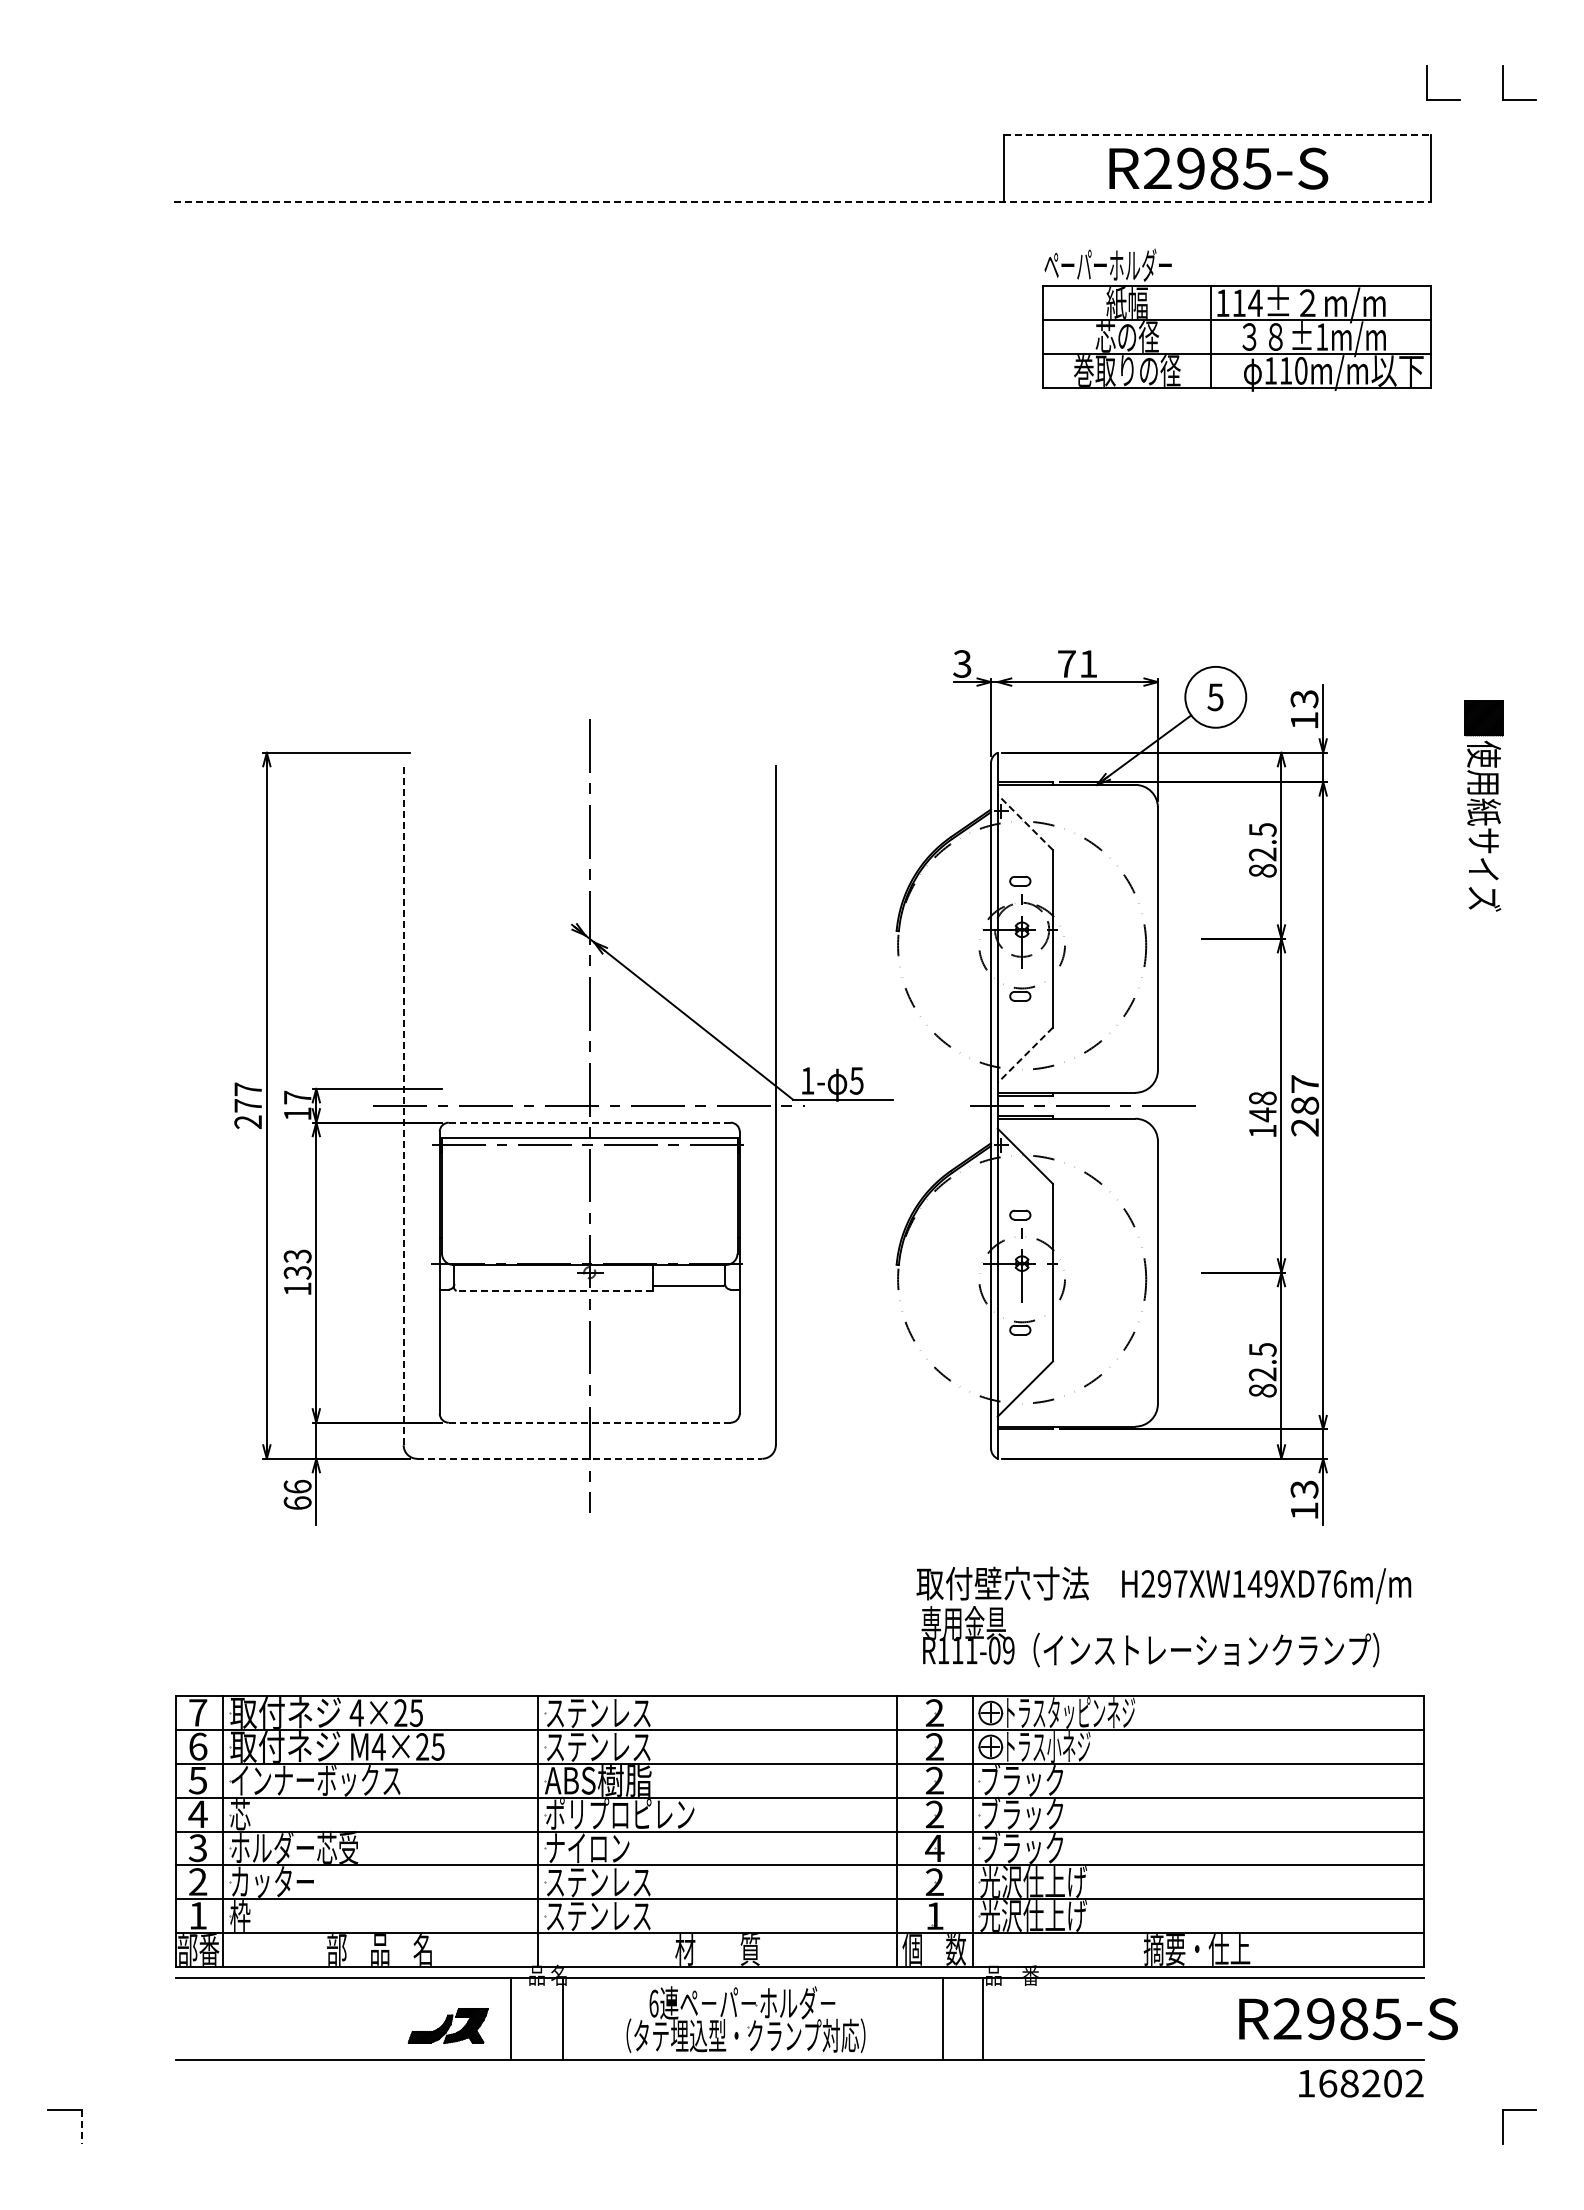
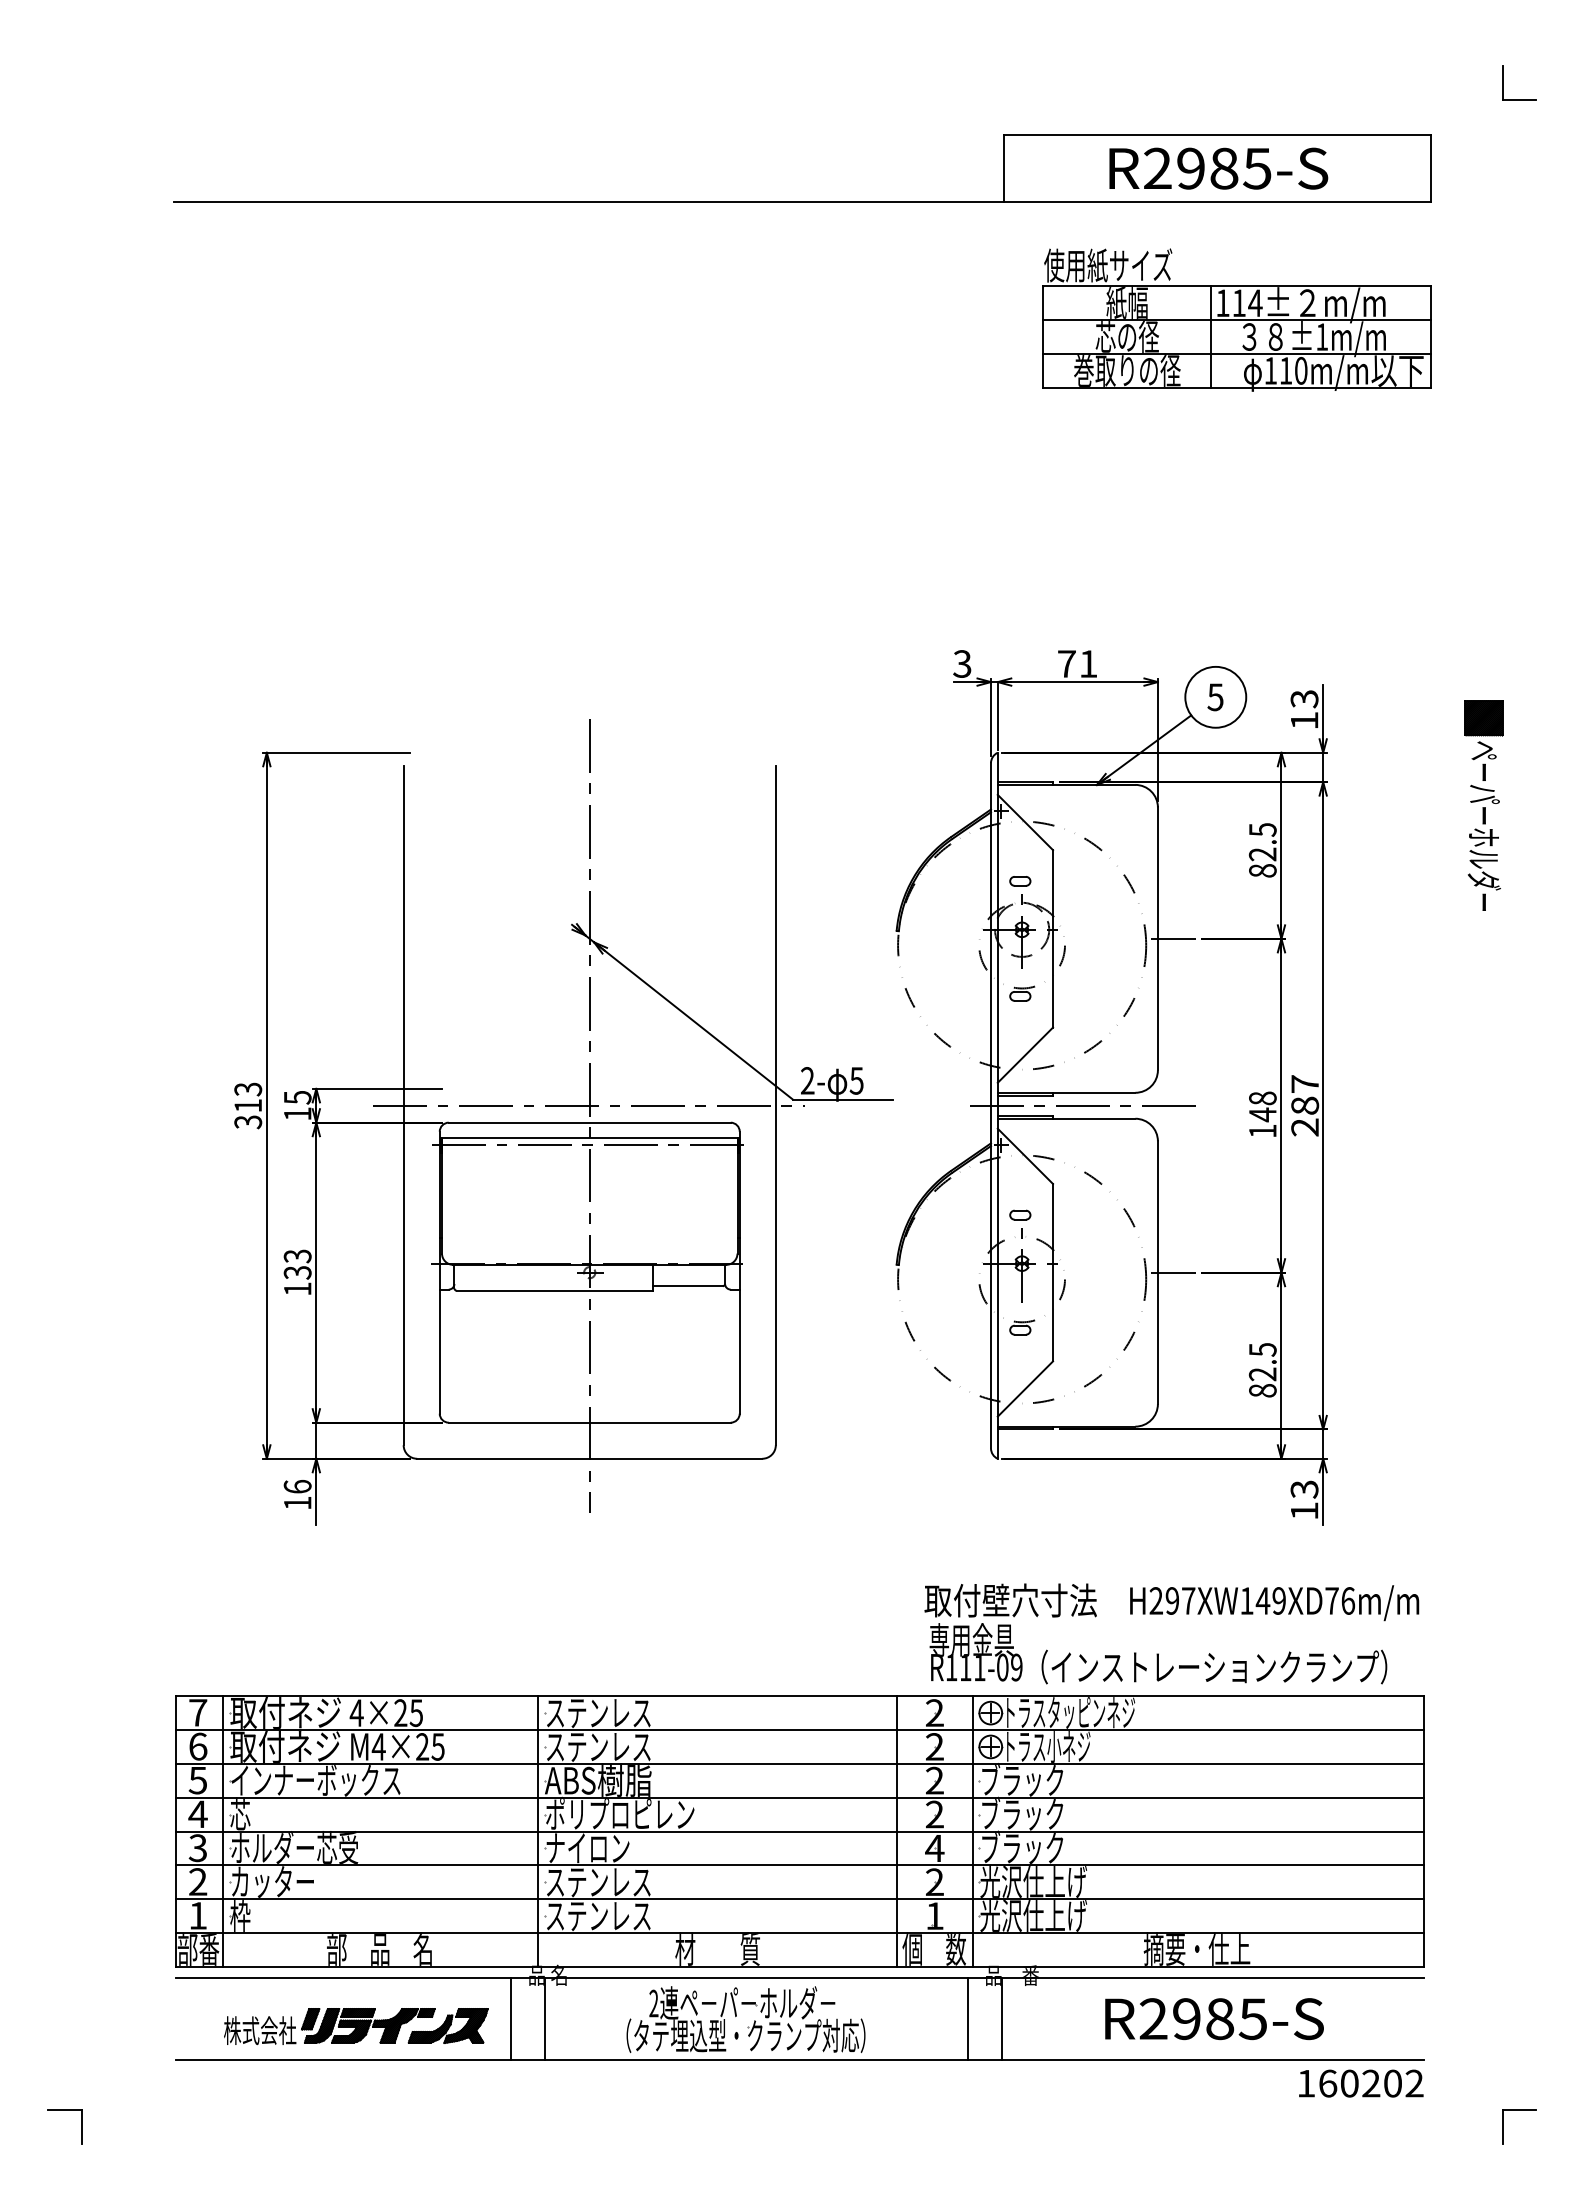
part at (1427, 82): present -> none
line at (1217, 135): dashed -> solid
line at (802, 202): dashed -> solid
text at (1108, 265): ペーパーホルダー -> 使用紙サイズ
line at (997, 717): none -> present
line at (1025, 822): dashed -> solid
text at (1484, 825): 使用紙サイズ -> ペーパーホルダー
line at (1172, 938): none -> present
line at (1025, 1055): dashed -> solid
text at (807, 1080): 1- -> 2-
text at (297, 1097): 17 -> 15
text at (248, 1105): 277 -> 313
line at (403, 1105): dashed -> solid
line at (589, 1122): dashed -> solid
line at (1172, 1272): none -> present
line at (554, 1290): dashed -> solid
line at (589, 1422): dashed -> solid
line at (589, 1458): dashed -> solid
text at (297, 1502): 66 -> 16
text at (1163, 1616) position: (1163, 1616) -> (1171, 1633)
text at (653, 2003): 6 -> 2
line at (562, 2018) position: (562, 2018) -> (544, 2018)
line at (943, 2018) position: (943, 2018) -> (968, 2018)
line at (982, 2018) position: (982, 2018) -> (1001, 2018)
part at (1348, 2019) position: (1348, 2019) -> (1214, 2019)
part at (329, 2026): none -> present
text at (1349, 2083): 168202 -> 160202
line at (81, 2126): dashed -> solid
